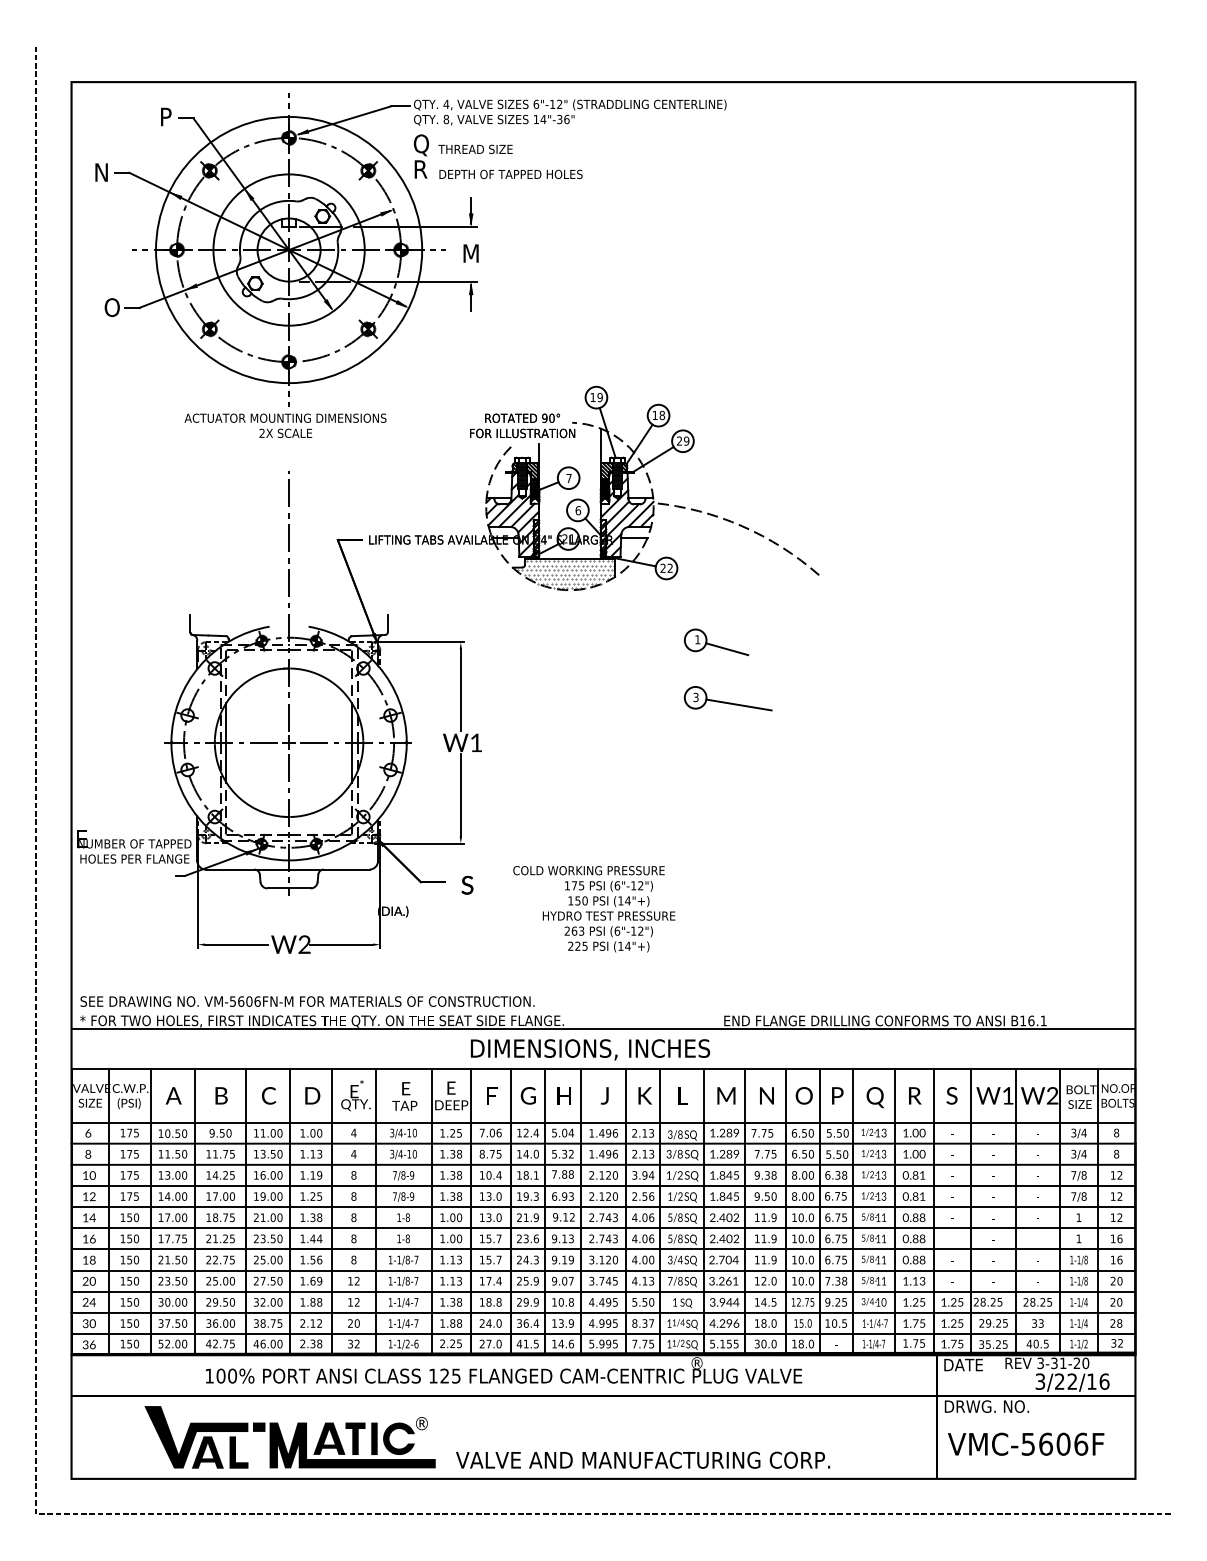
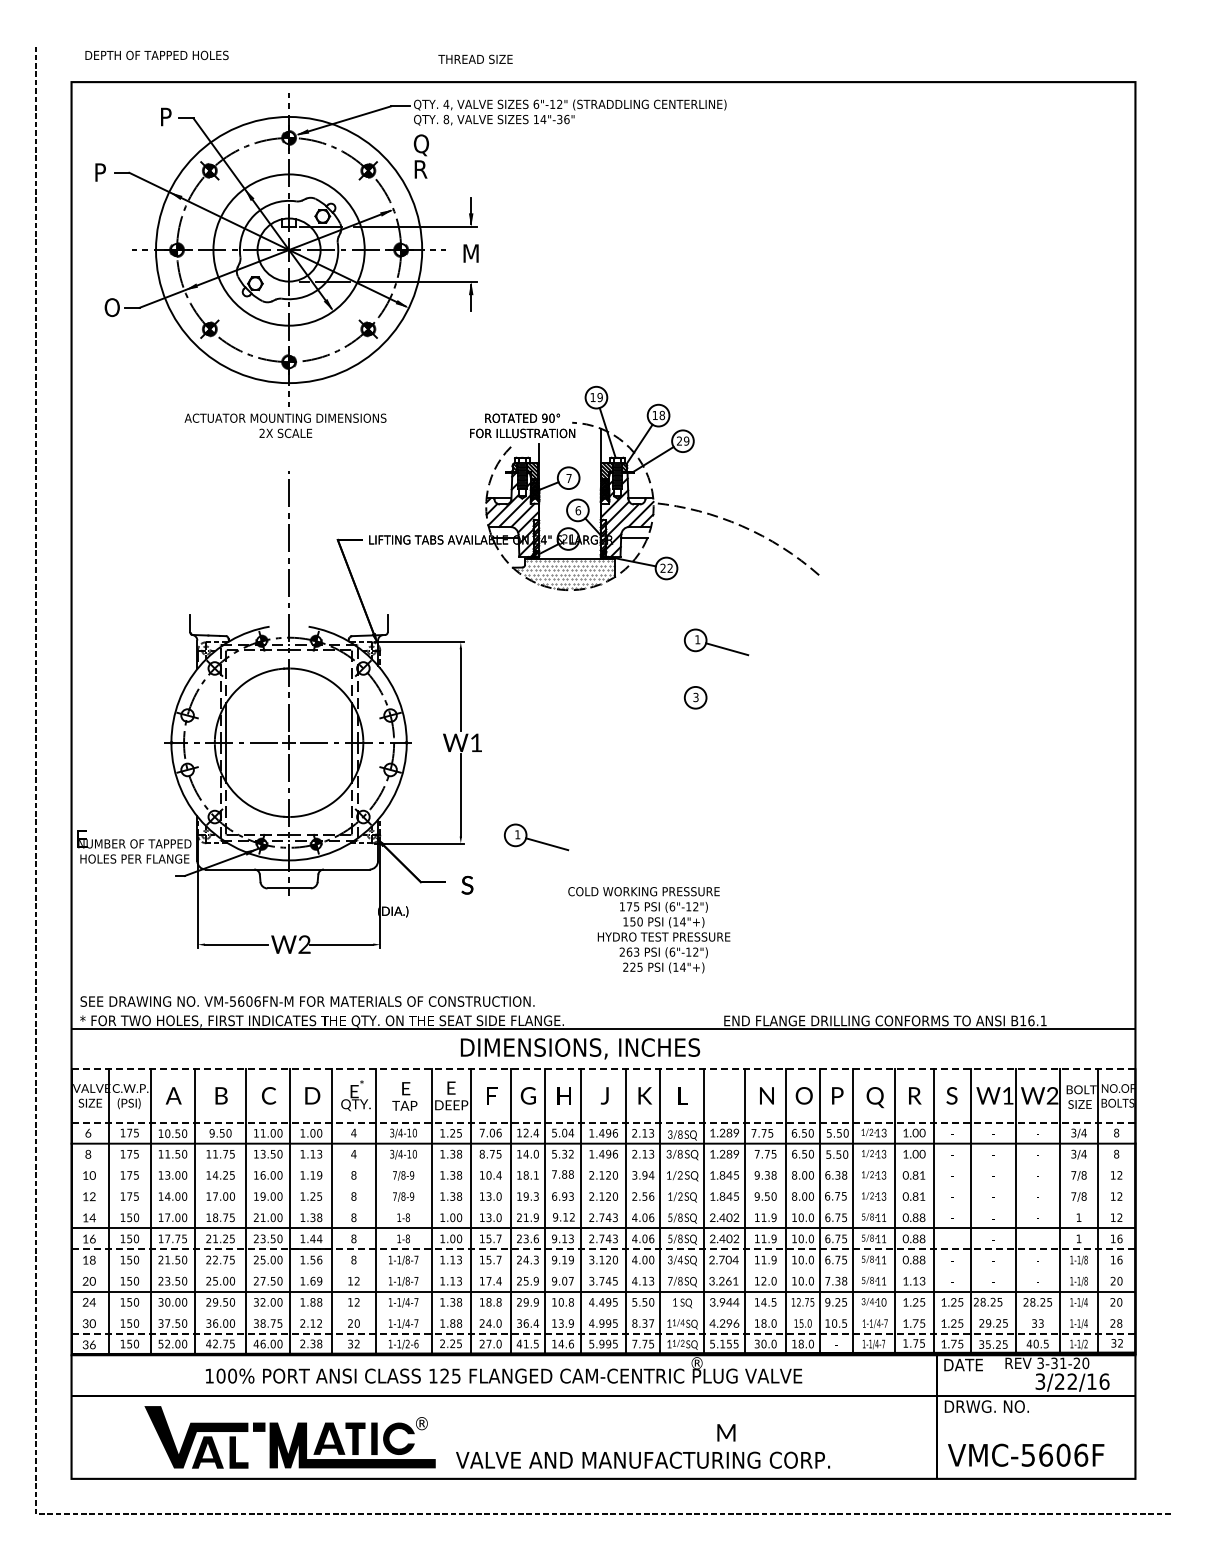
text at (475, 148) position: (475, 148) -> (475, 58)
text at (102, 172): N -> P
text at (510, 174) position: (510, 174) -> (156, 55)
line at (738, 704): present -> none
part at (536, 837): none -> present
text at (594, 909) position: (594, 909) -> (649, 930)
text at (590, 1049) position: (590, 1049) -> (580, 1048)
line at (603, 1069): solid -> dashed
text at (726, 1095) position: (726, 1095) -> (726, 1432)
line at (603, 1122): solid -> dashed
line at (603, 1164): present -> none
line at (603, 1186): present -> none
line at (603, 1207): present -> none
line at (603, 1249): solid -> dashed
line at (603, 1270): present -> none
line at (603, 1312): present -> none
line at (603, 1334): solid -> dashed
text at (1026, 1443) position: (1026, 1443) -> (1026, 1454)
